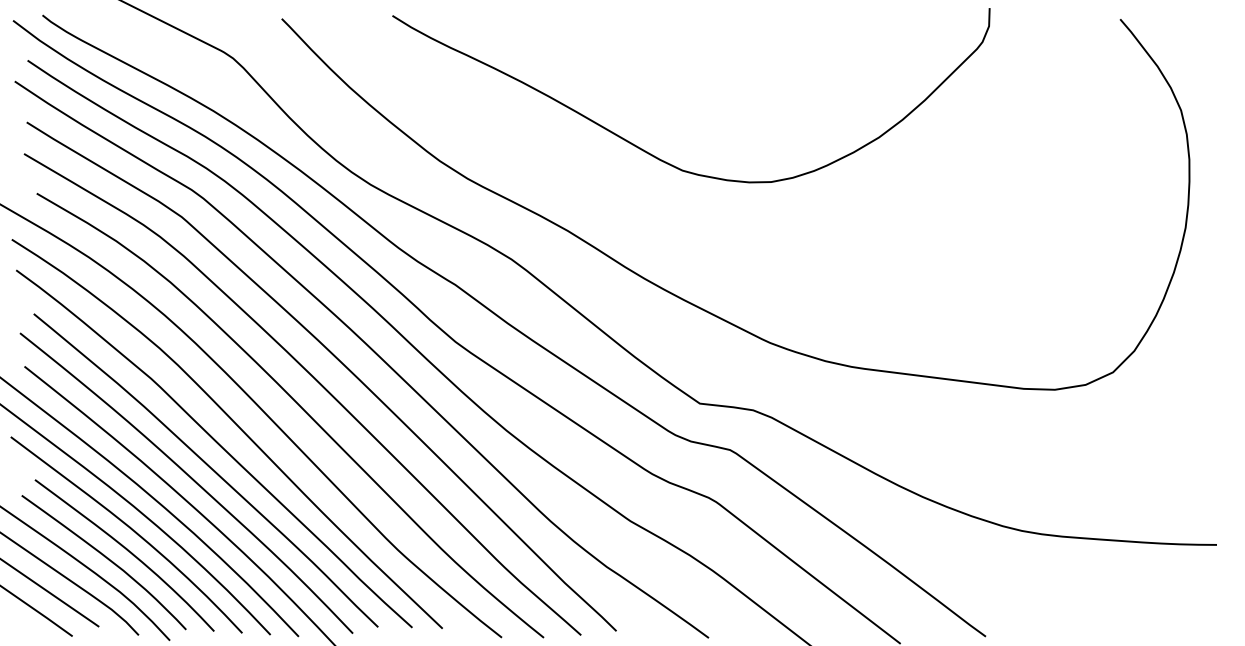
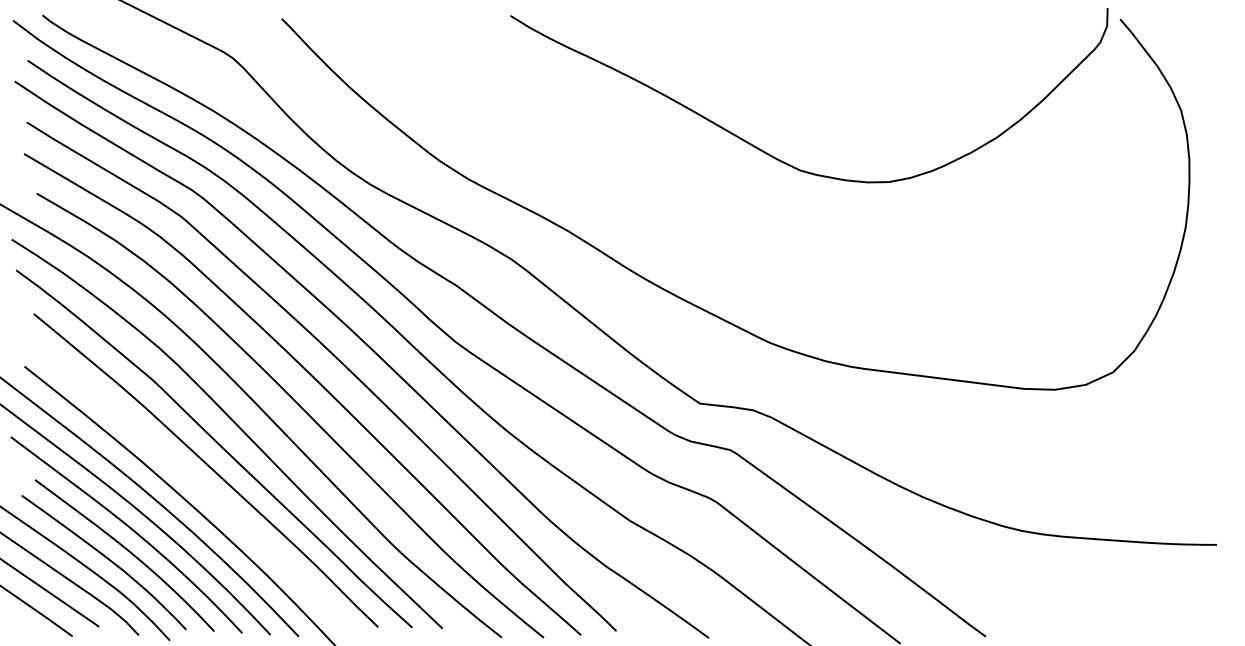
curve at (658, 157) position: (658, 157) -> (776, 157)
curve at (190, 478): present -> none
